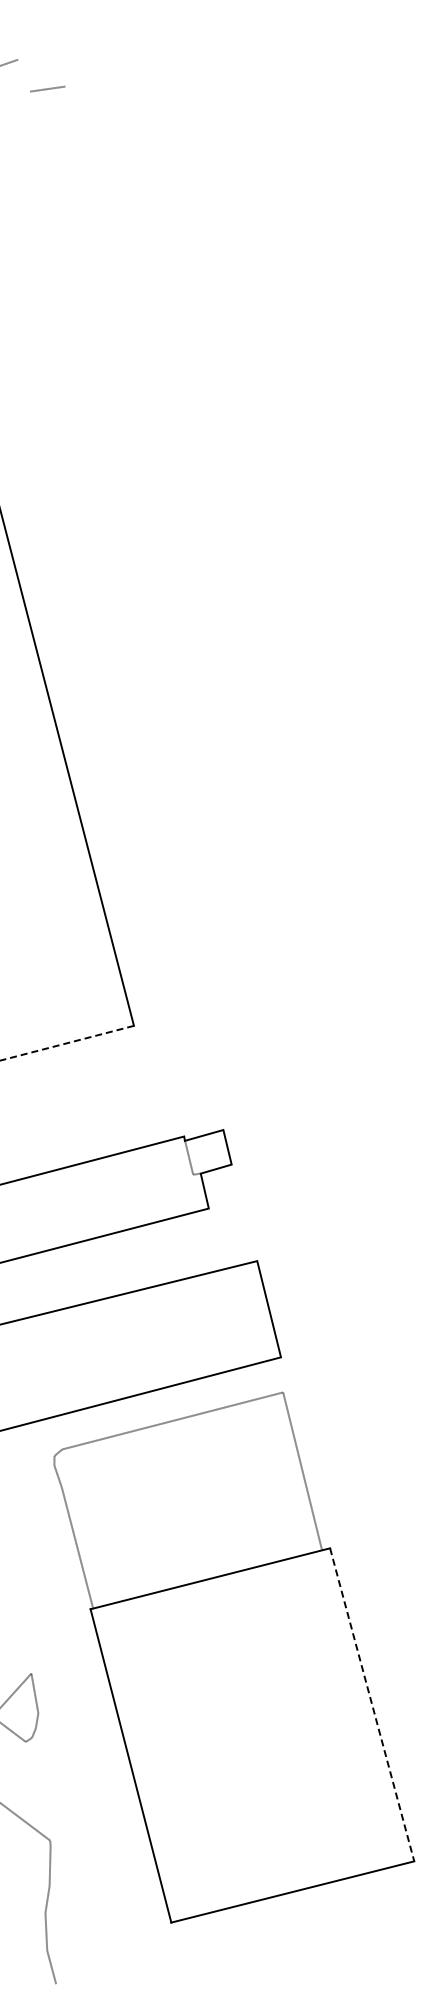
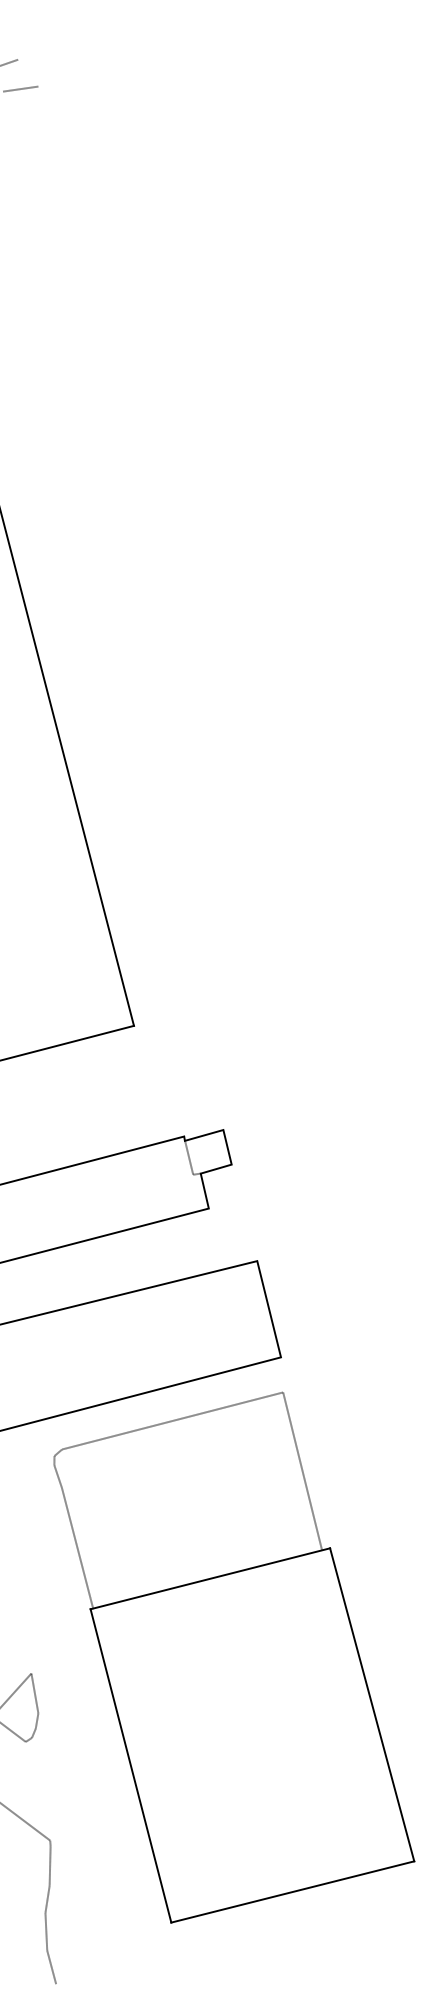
line at (47, 88) position: (47, 88) -> (20, 88)
line at (67, 1043): dashed -> solid
line at (372, 1705): dashed -> solid
